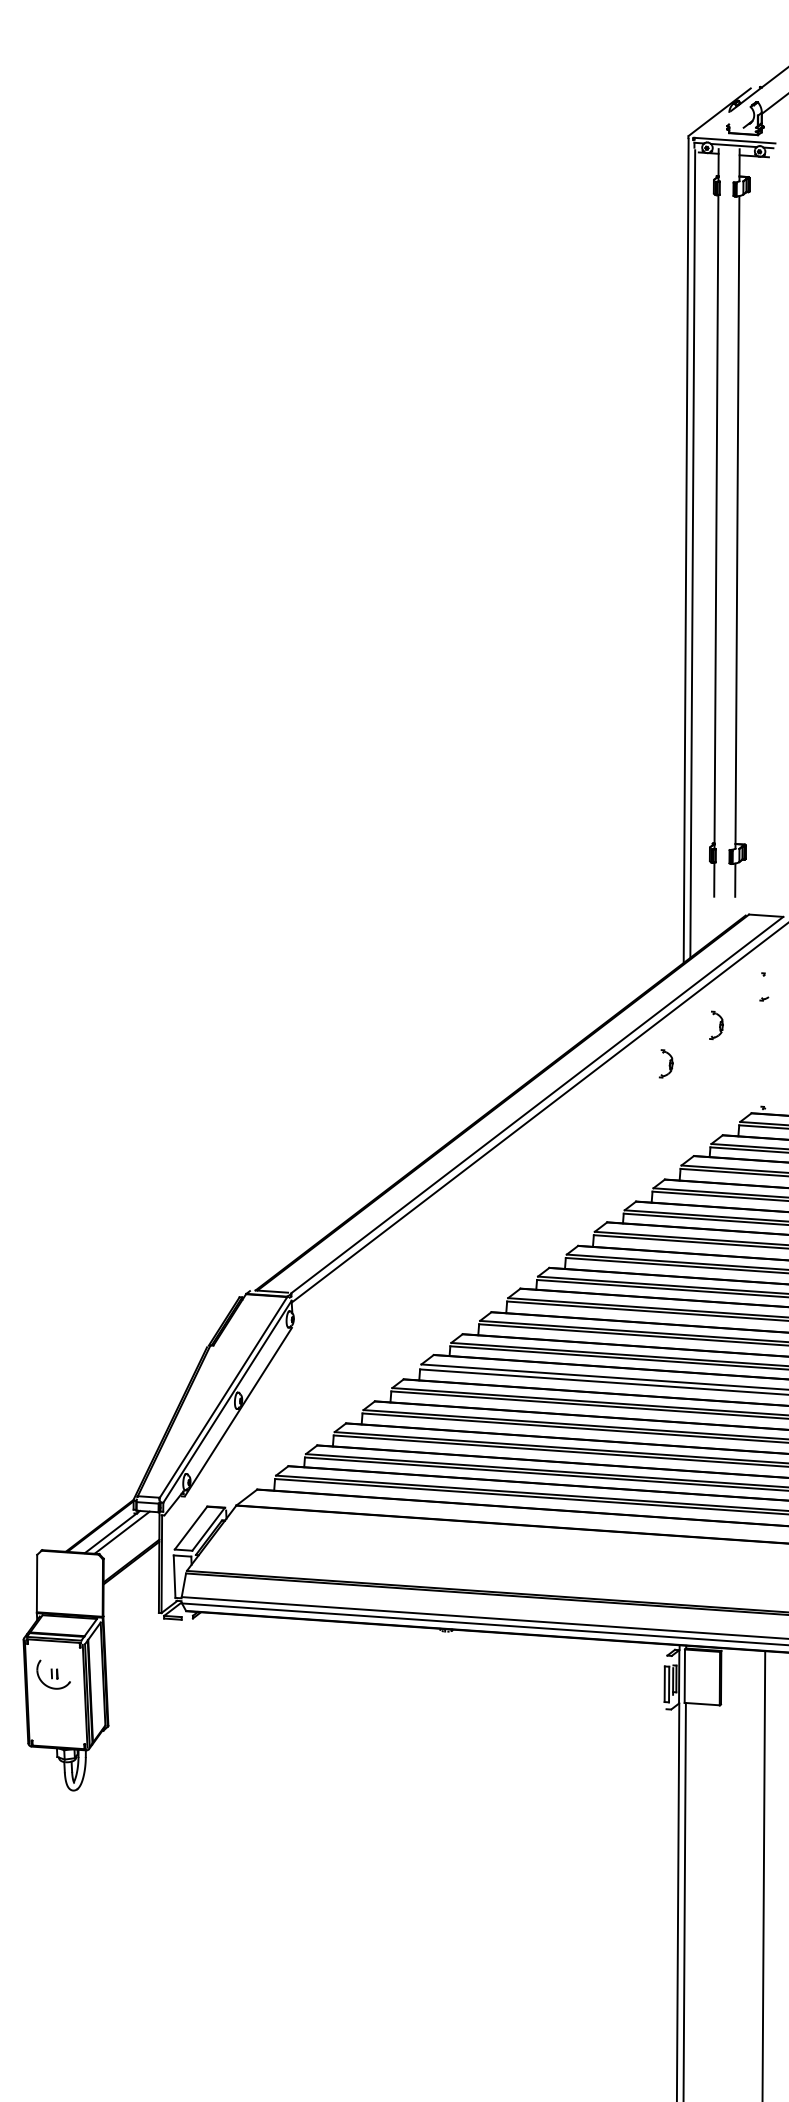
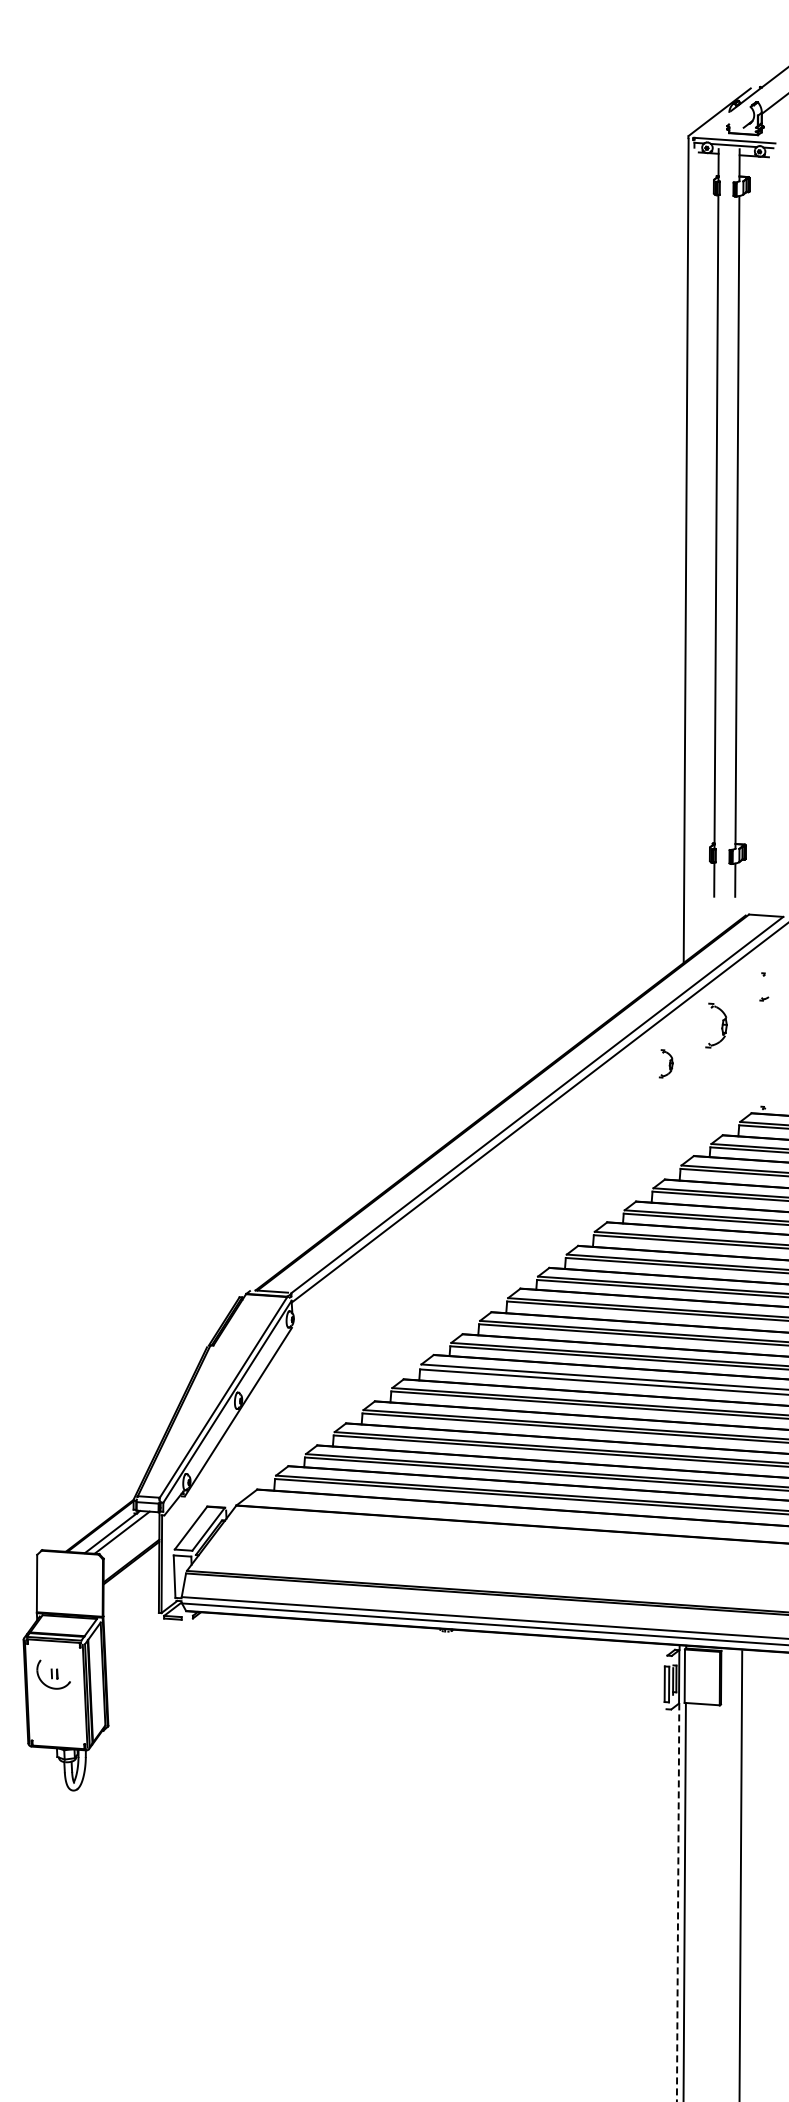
line at (692, 553): present -> none
part at (716, 1024) size: 15x30 px -> 23x47 px
line at (763, 1874) position: (763, 1874) -> (740, 1874)
line at (678, 1902): solid -> dashed
